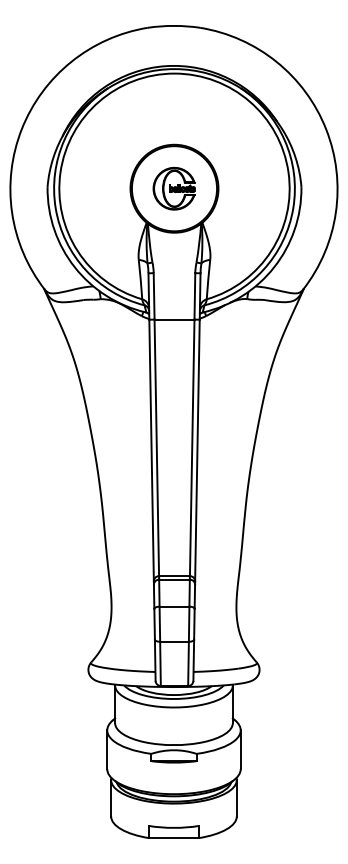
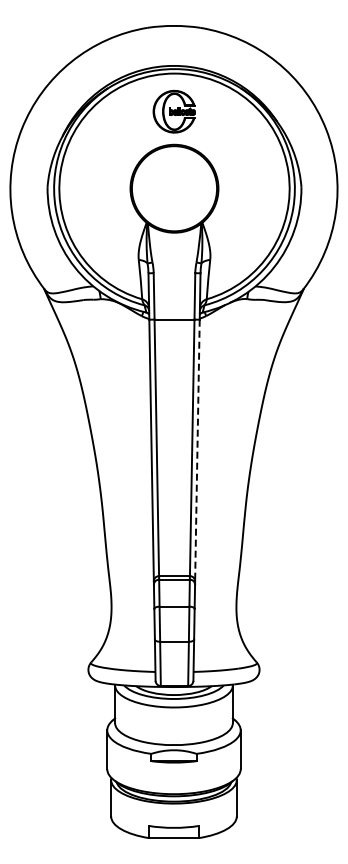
part at (173, 188) position: (173, 188) -> (173, 111)
line at (197, 450): solid -> dashed
